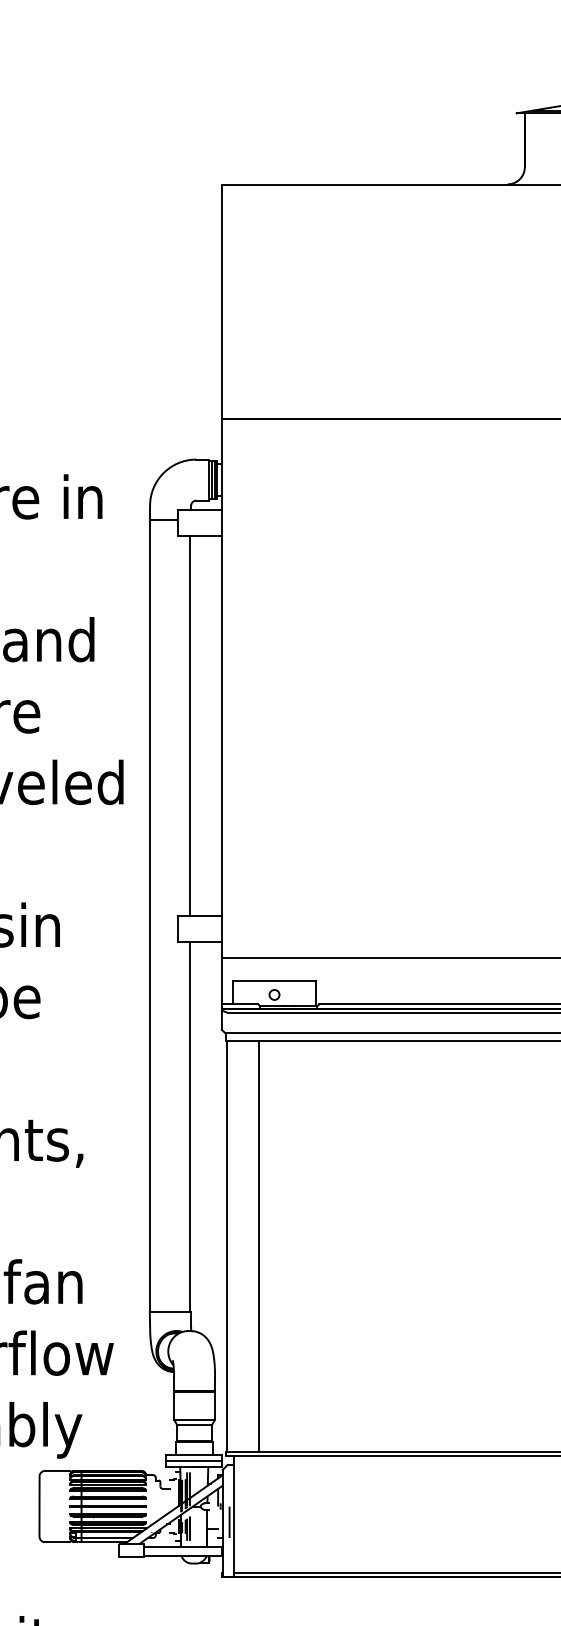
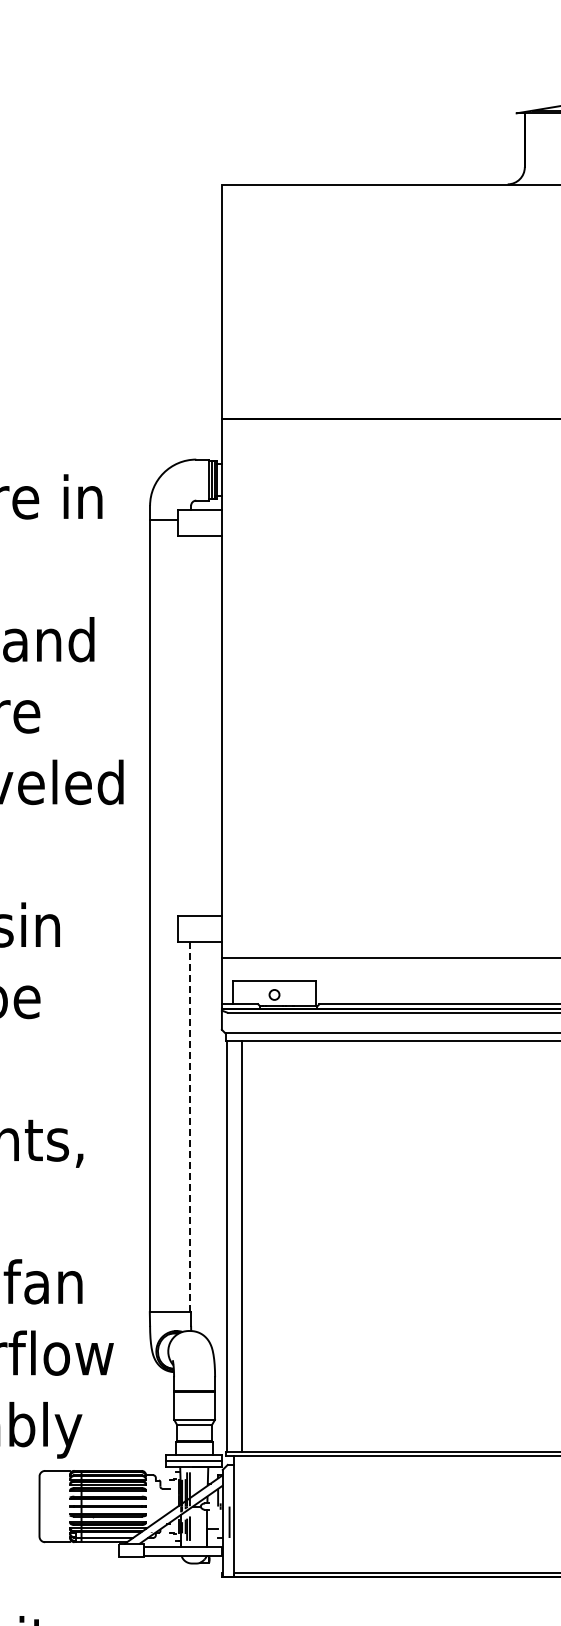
line at (189, 725): present -> none
line at (189, 1127): solid -> dashed
line at (259, 1246) position: (259, 1246) -> (242, 1246)
